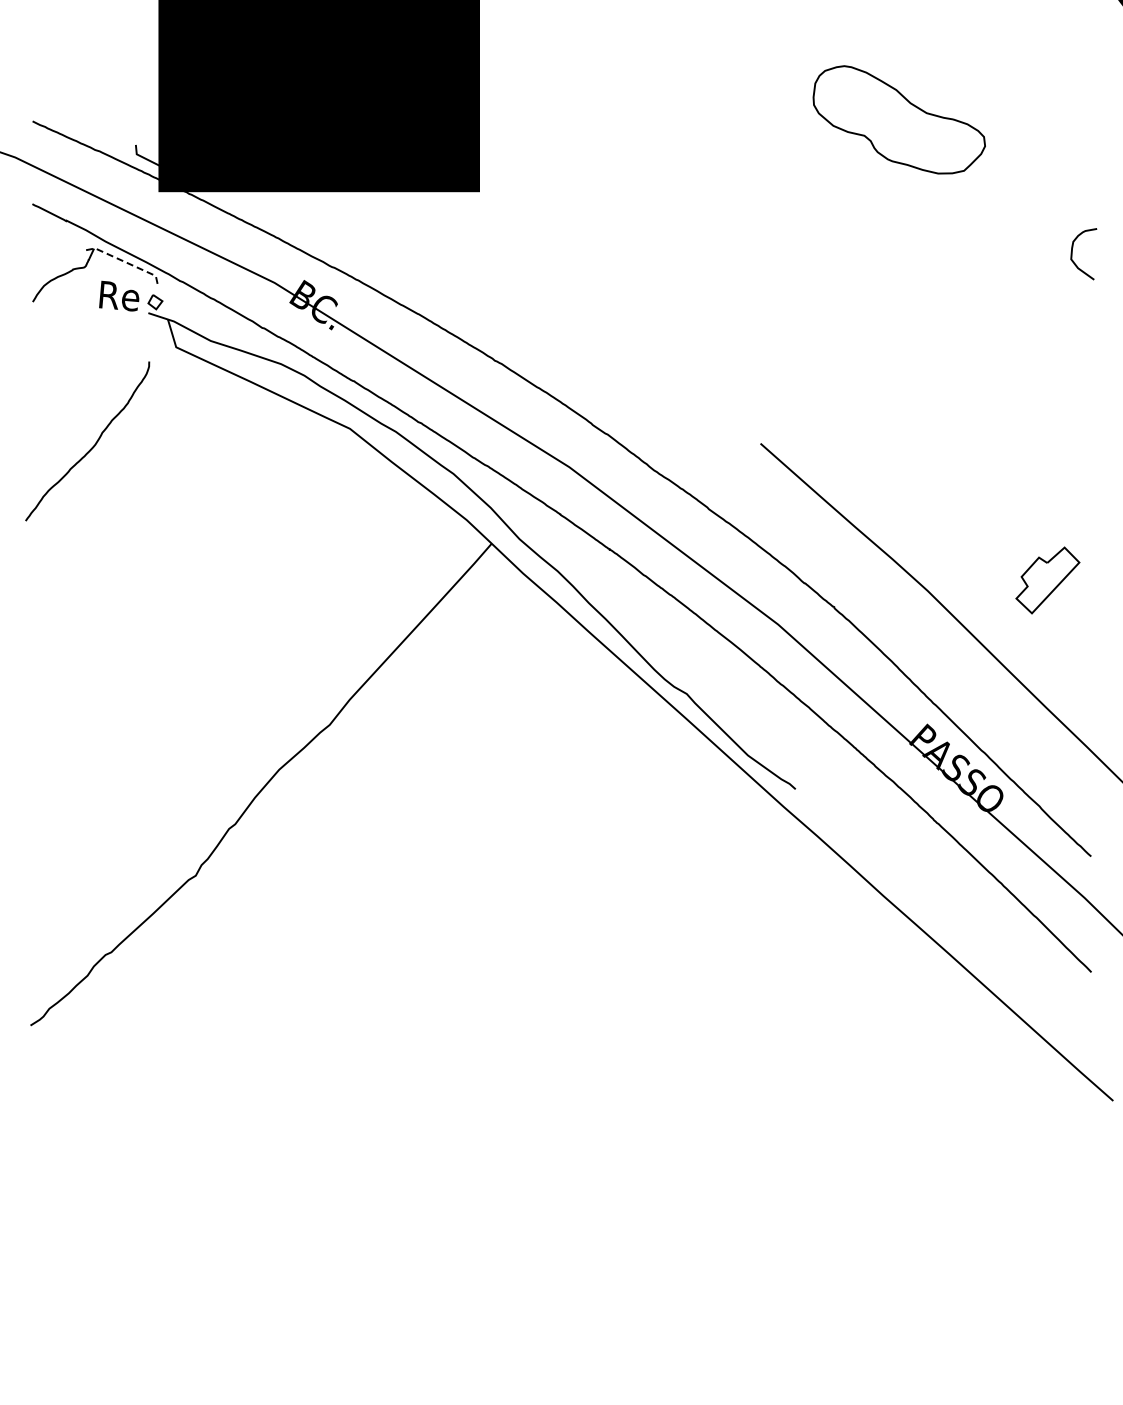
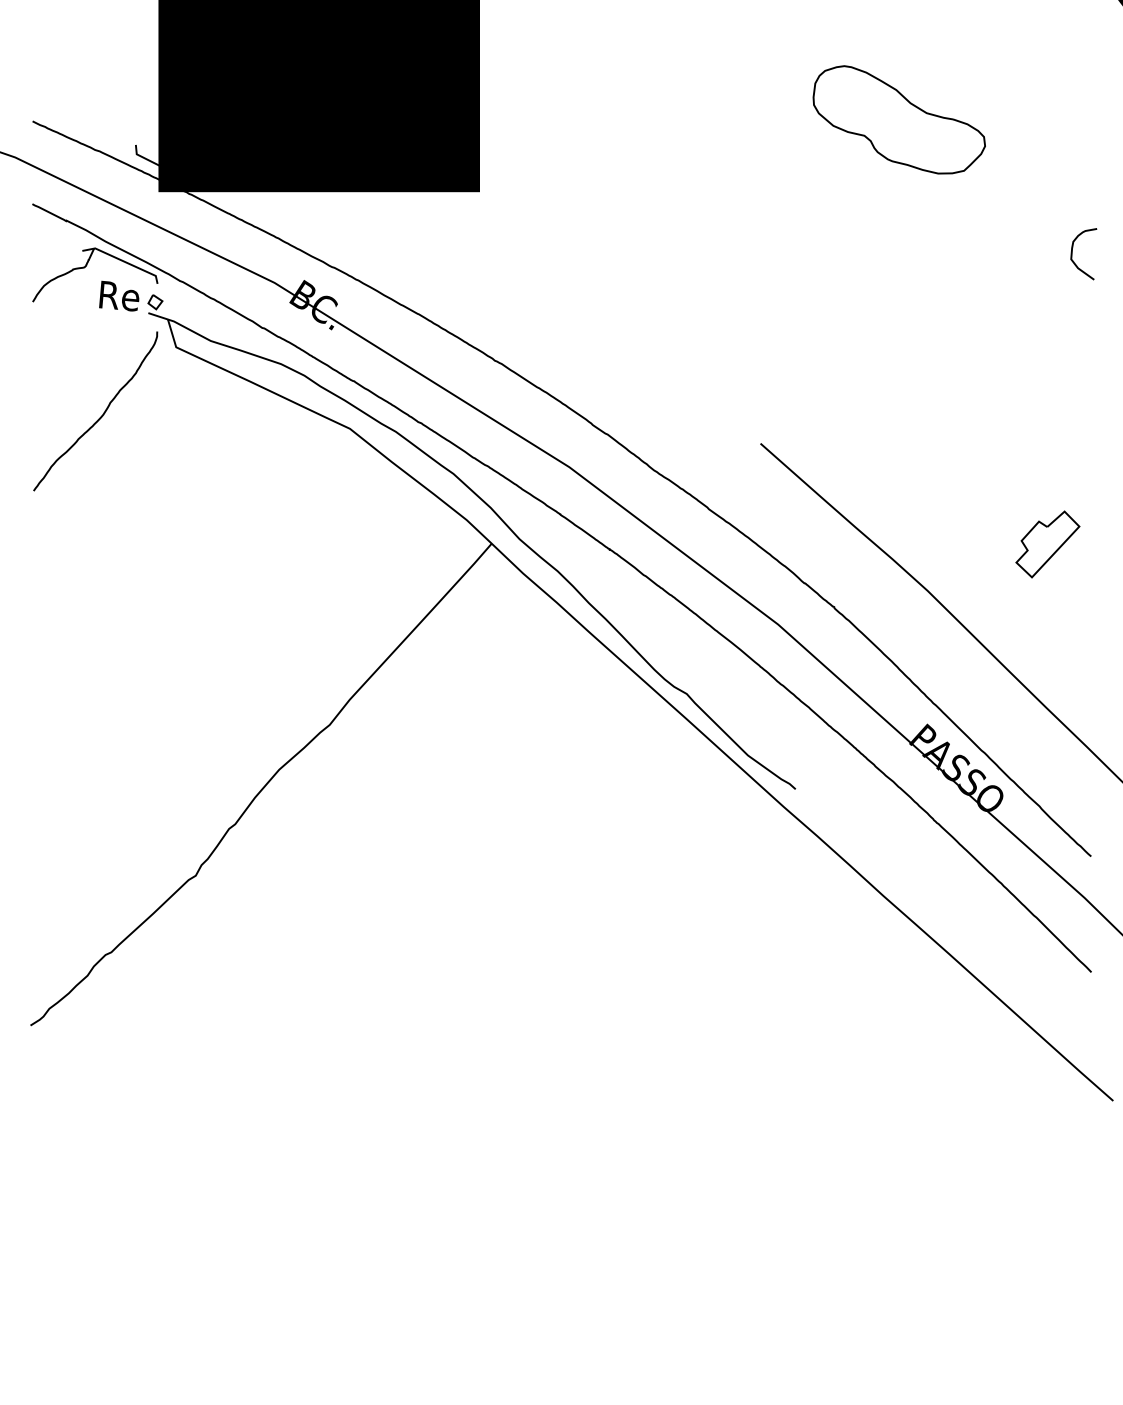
line at (123, 261): dashed -> solid
curve at (92, 446) position: (92, 446) -> (100, 416)
part at (1047, 580) position: (1047, 580) -> (1047, 544)
